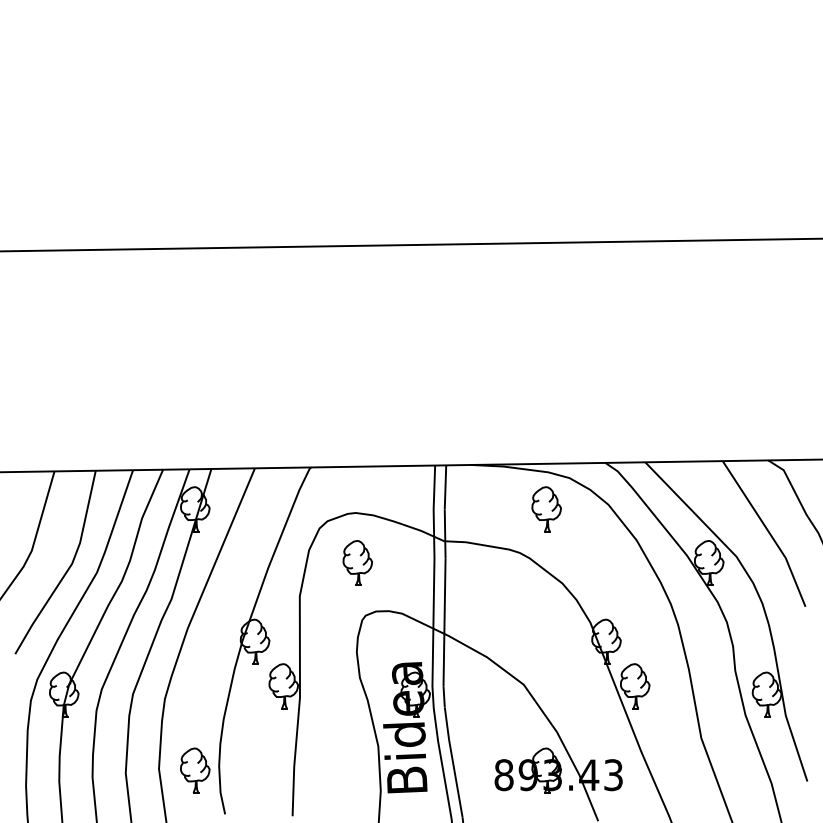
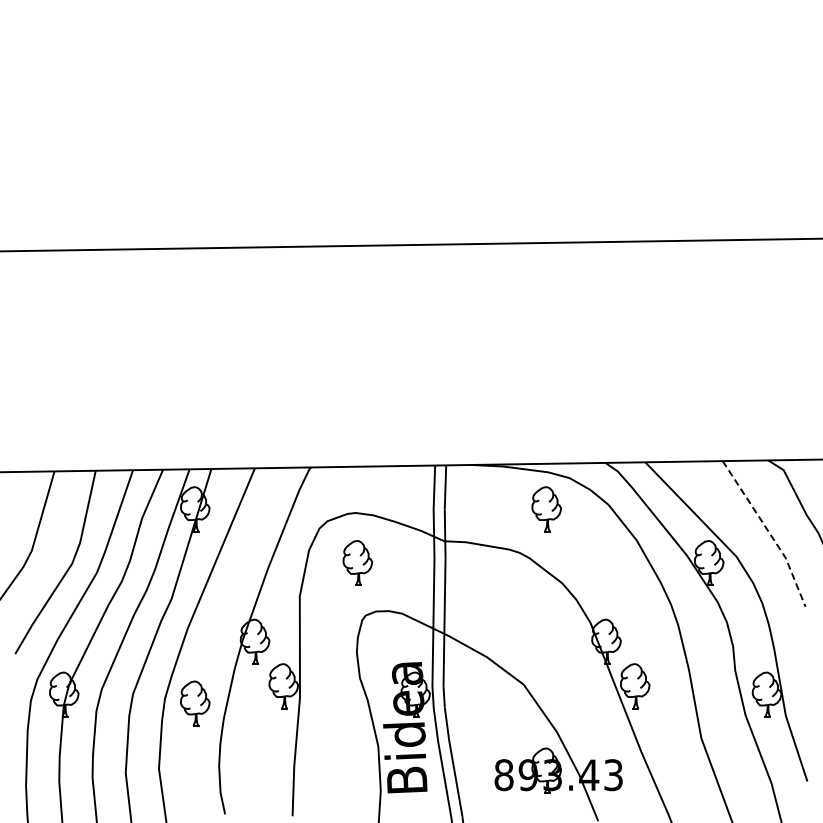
line at (769, 532): solid -> dashed
part at (195, 770) position: (195, 770) -> (195, 703)
